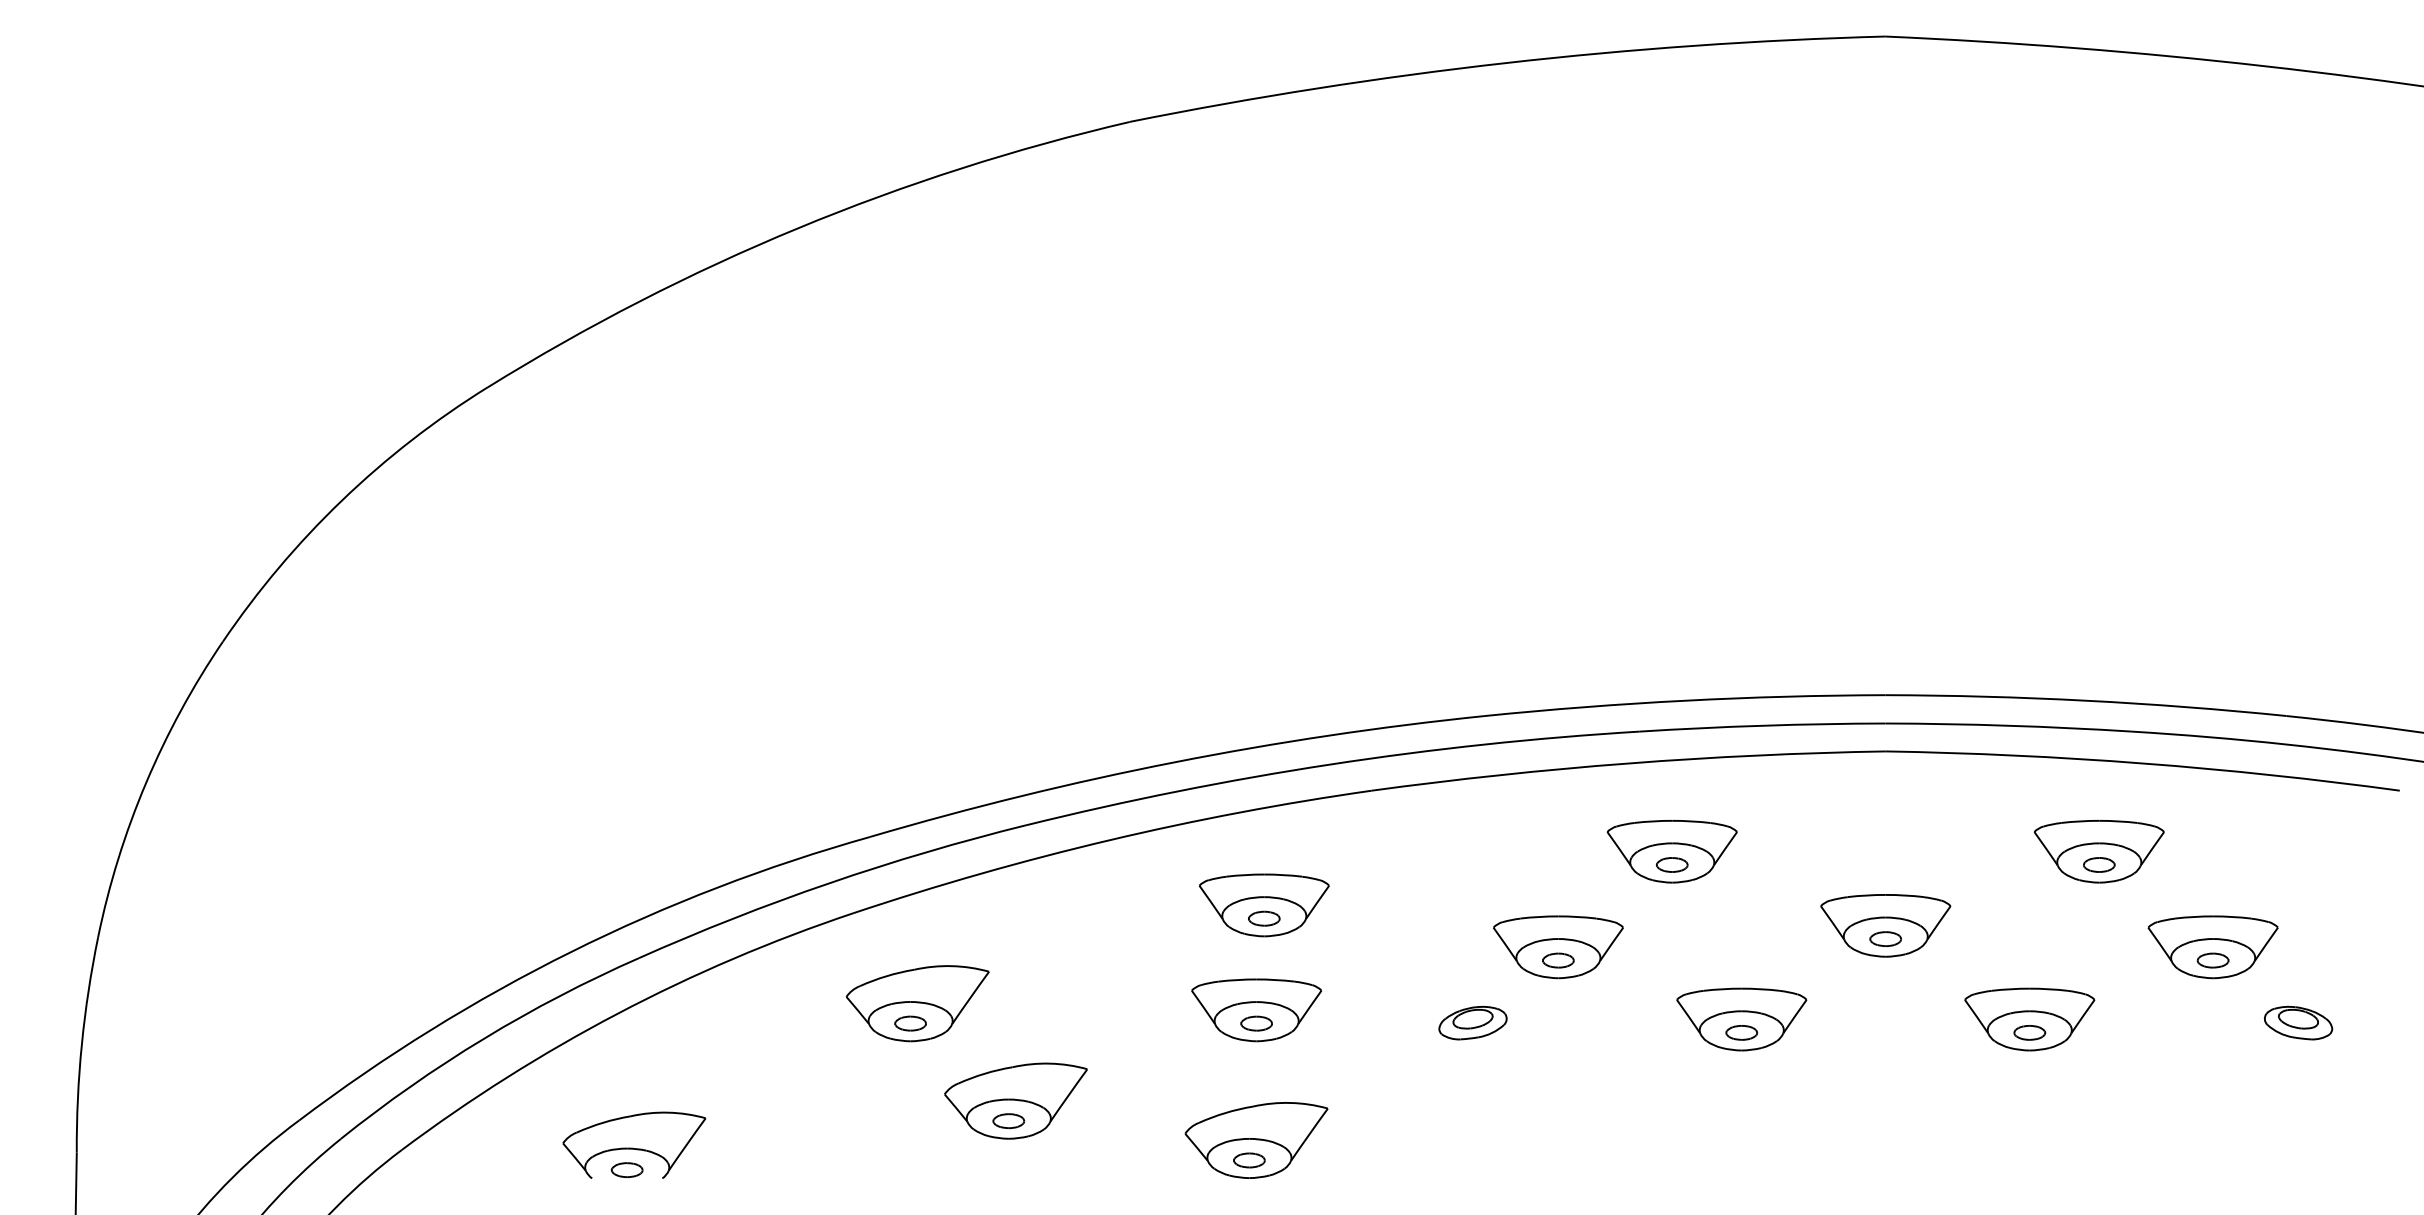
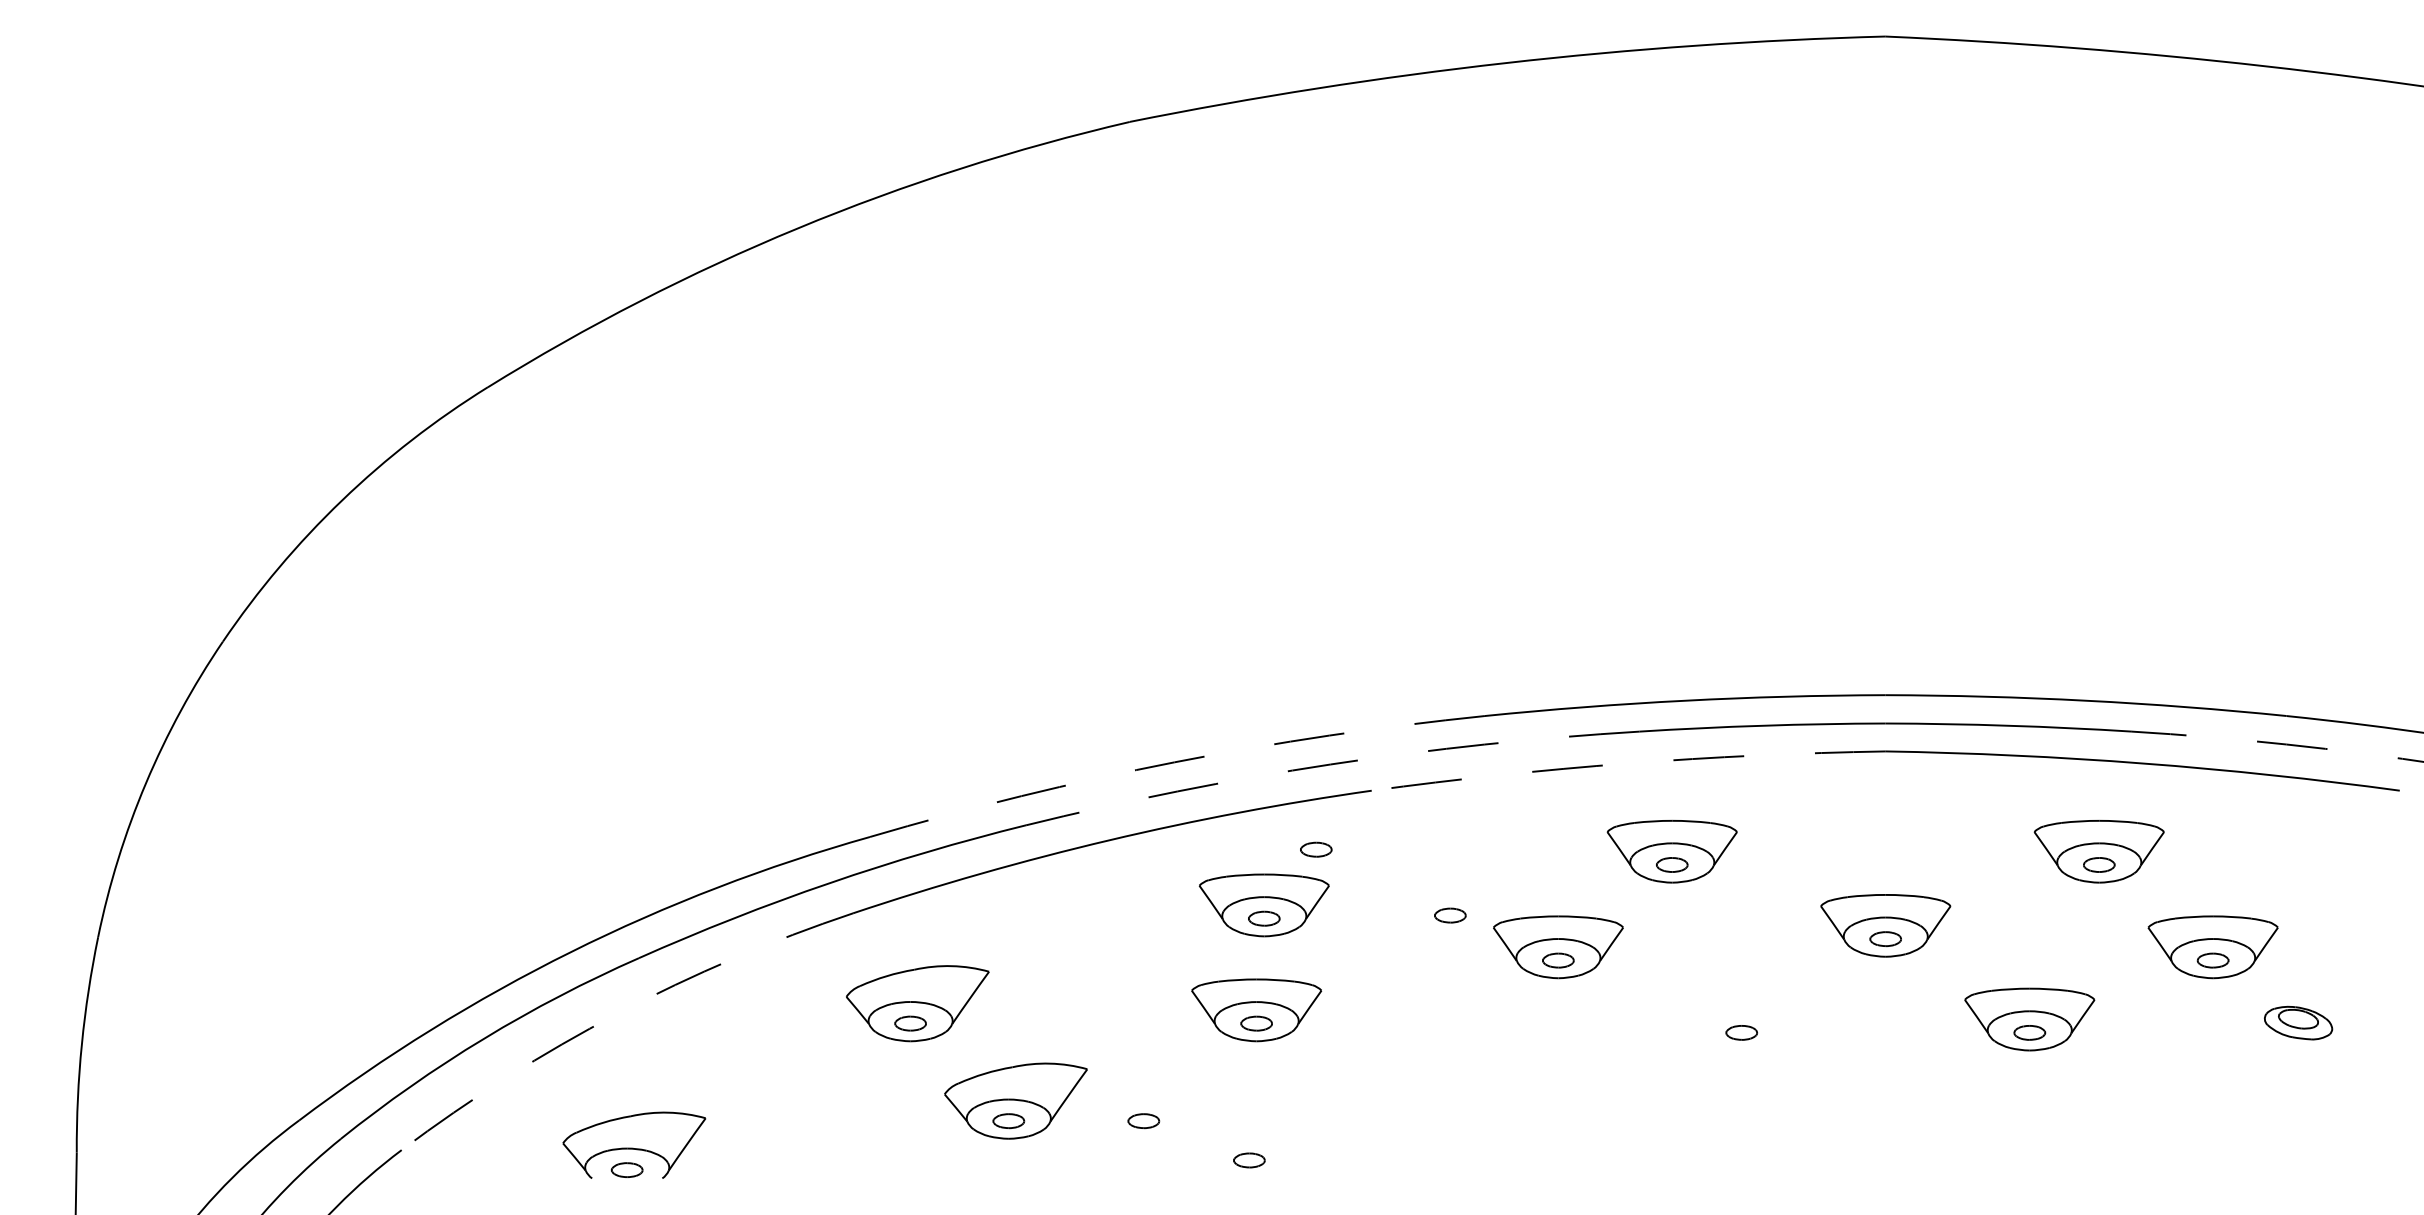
arc at (2277, 743): solid -> dashed
arc at (1174, 762): solid -> dashed
arc at (1628, 763): solid -> dashed
arc at (1330, 764): solid -> dashed
part at (1316, 849): none -> present
part at (1450, 915): none -> present
arc at (617, 1013): solid -> dashed
part at (1741, 1019): present -> none
part at (1472, 1022): present -> none
part at (1143, 1121): none -> present
part at (1256, 1140): present -> none
